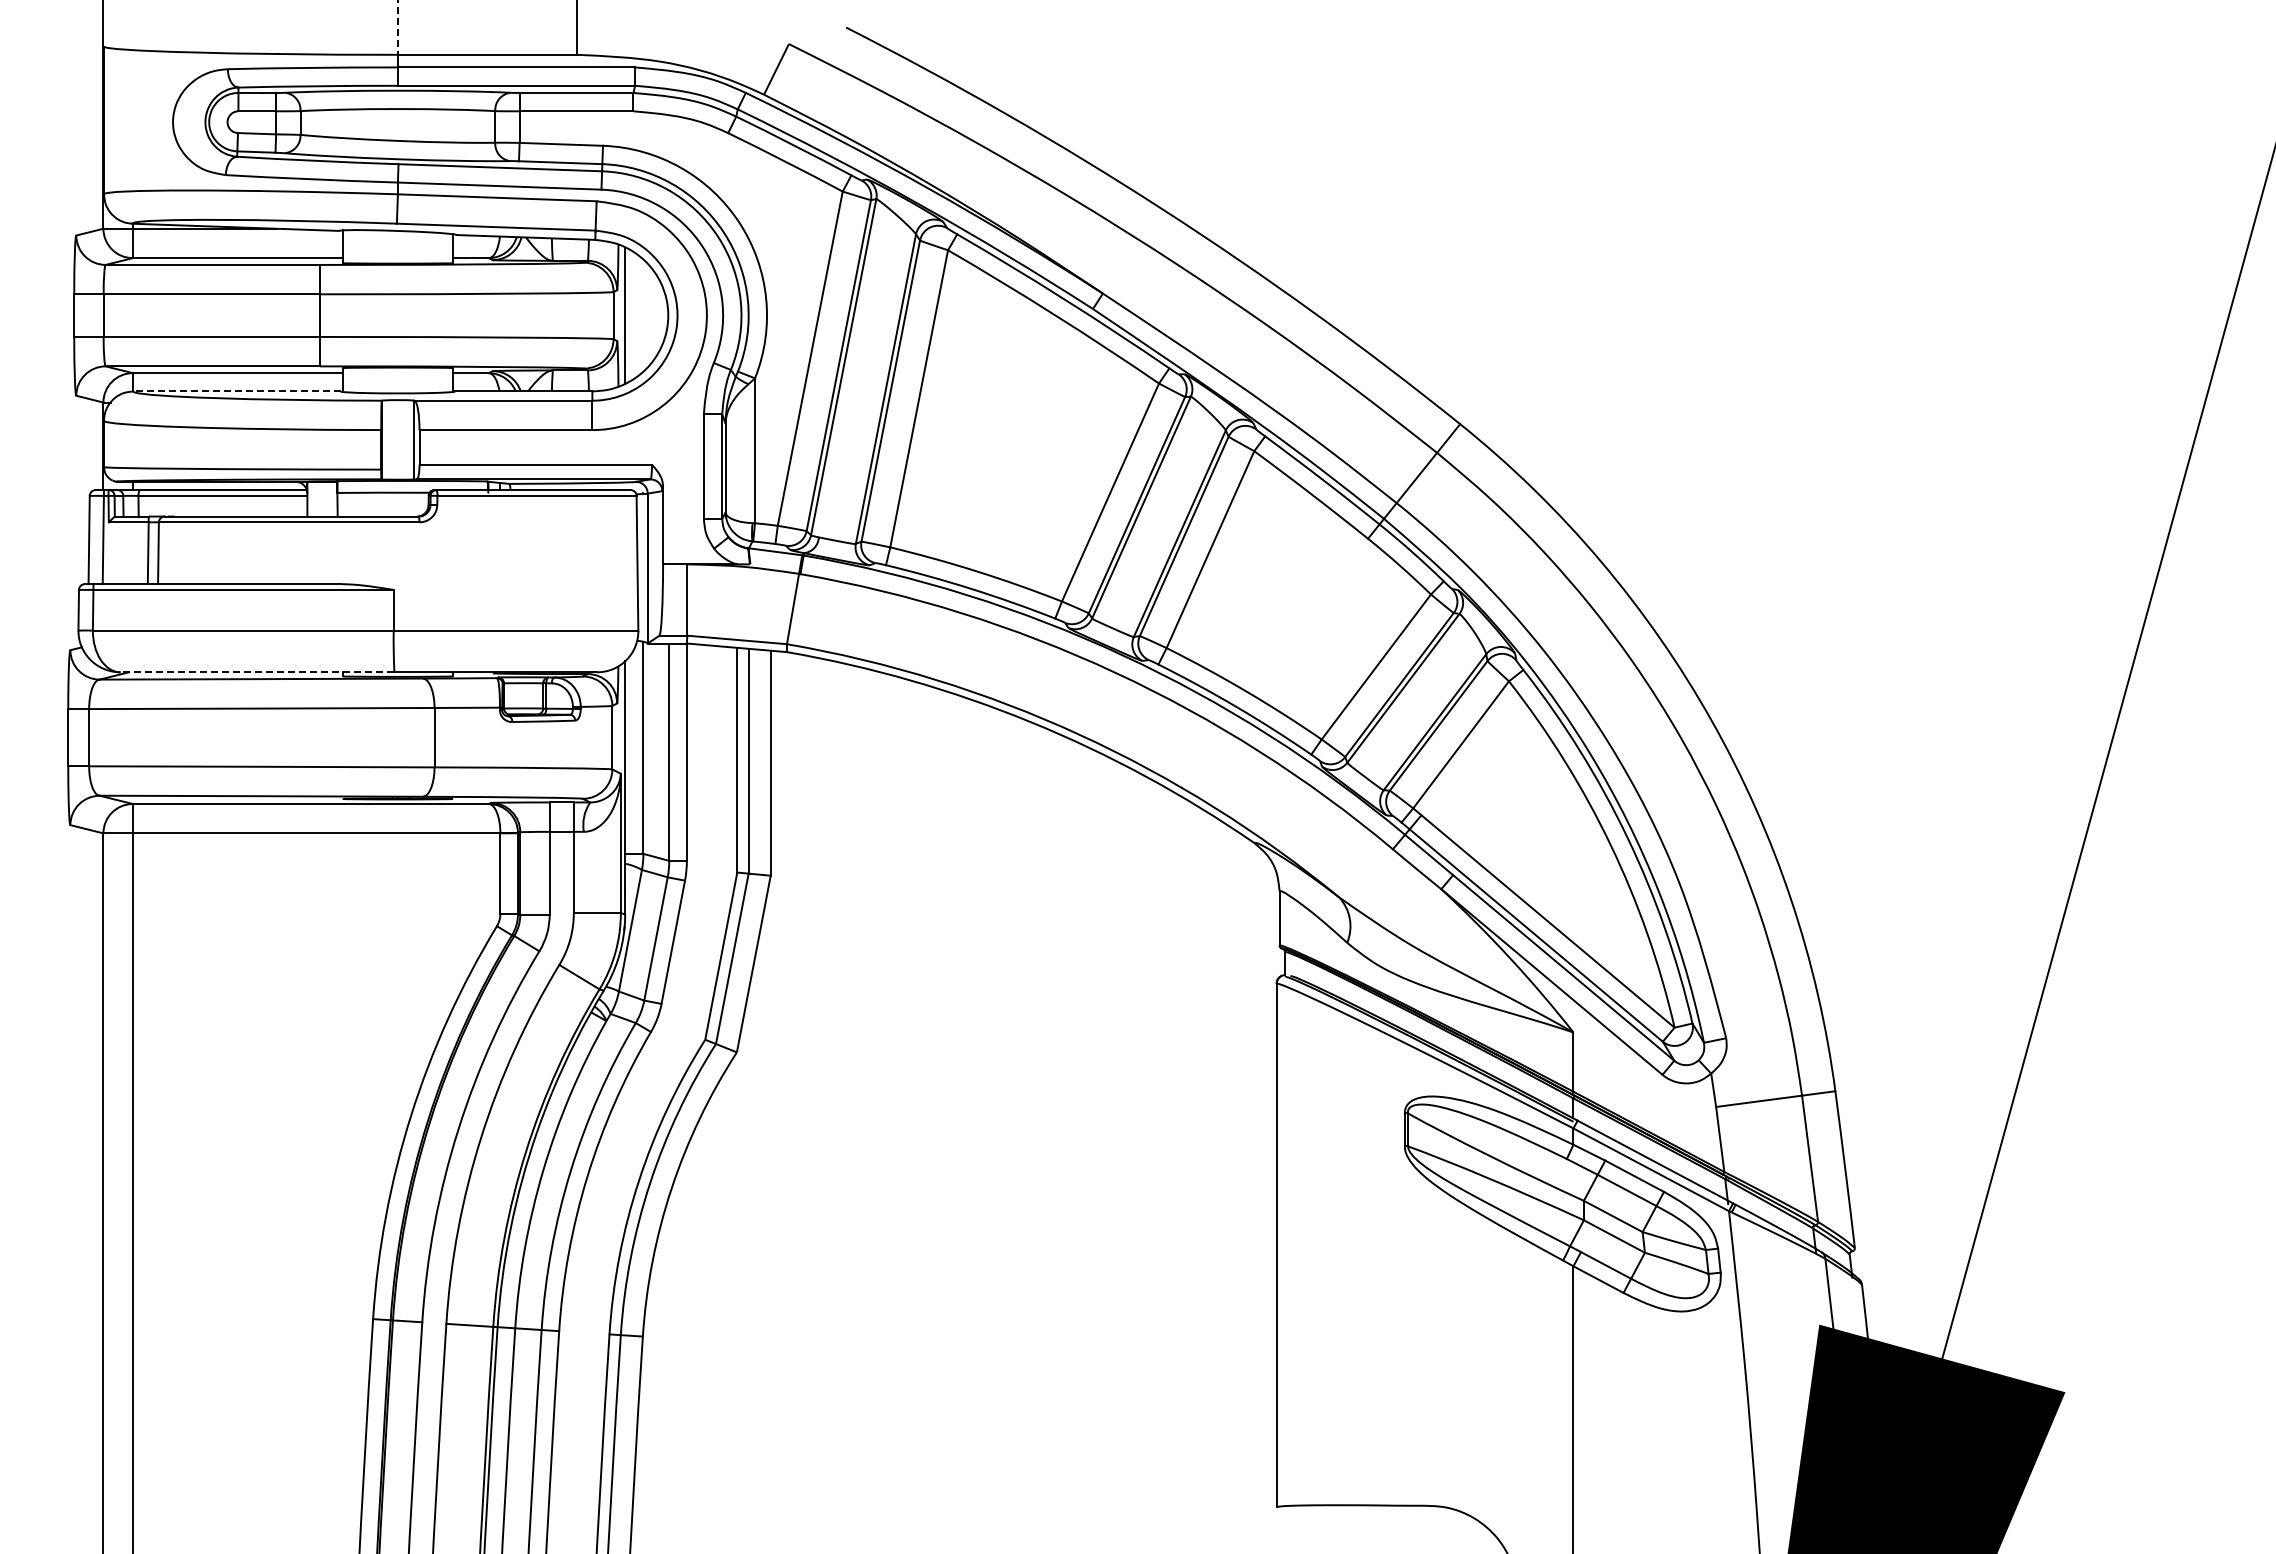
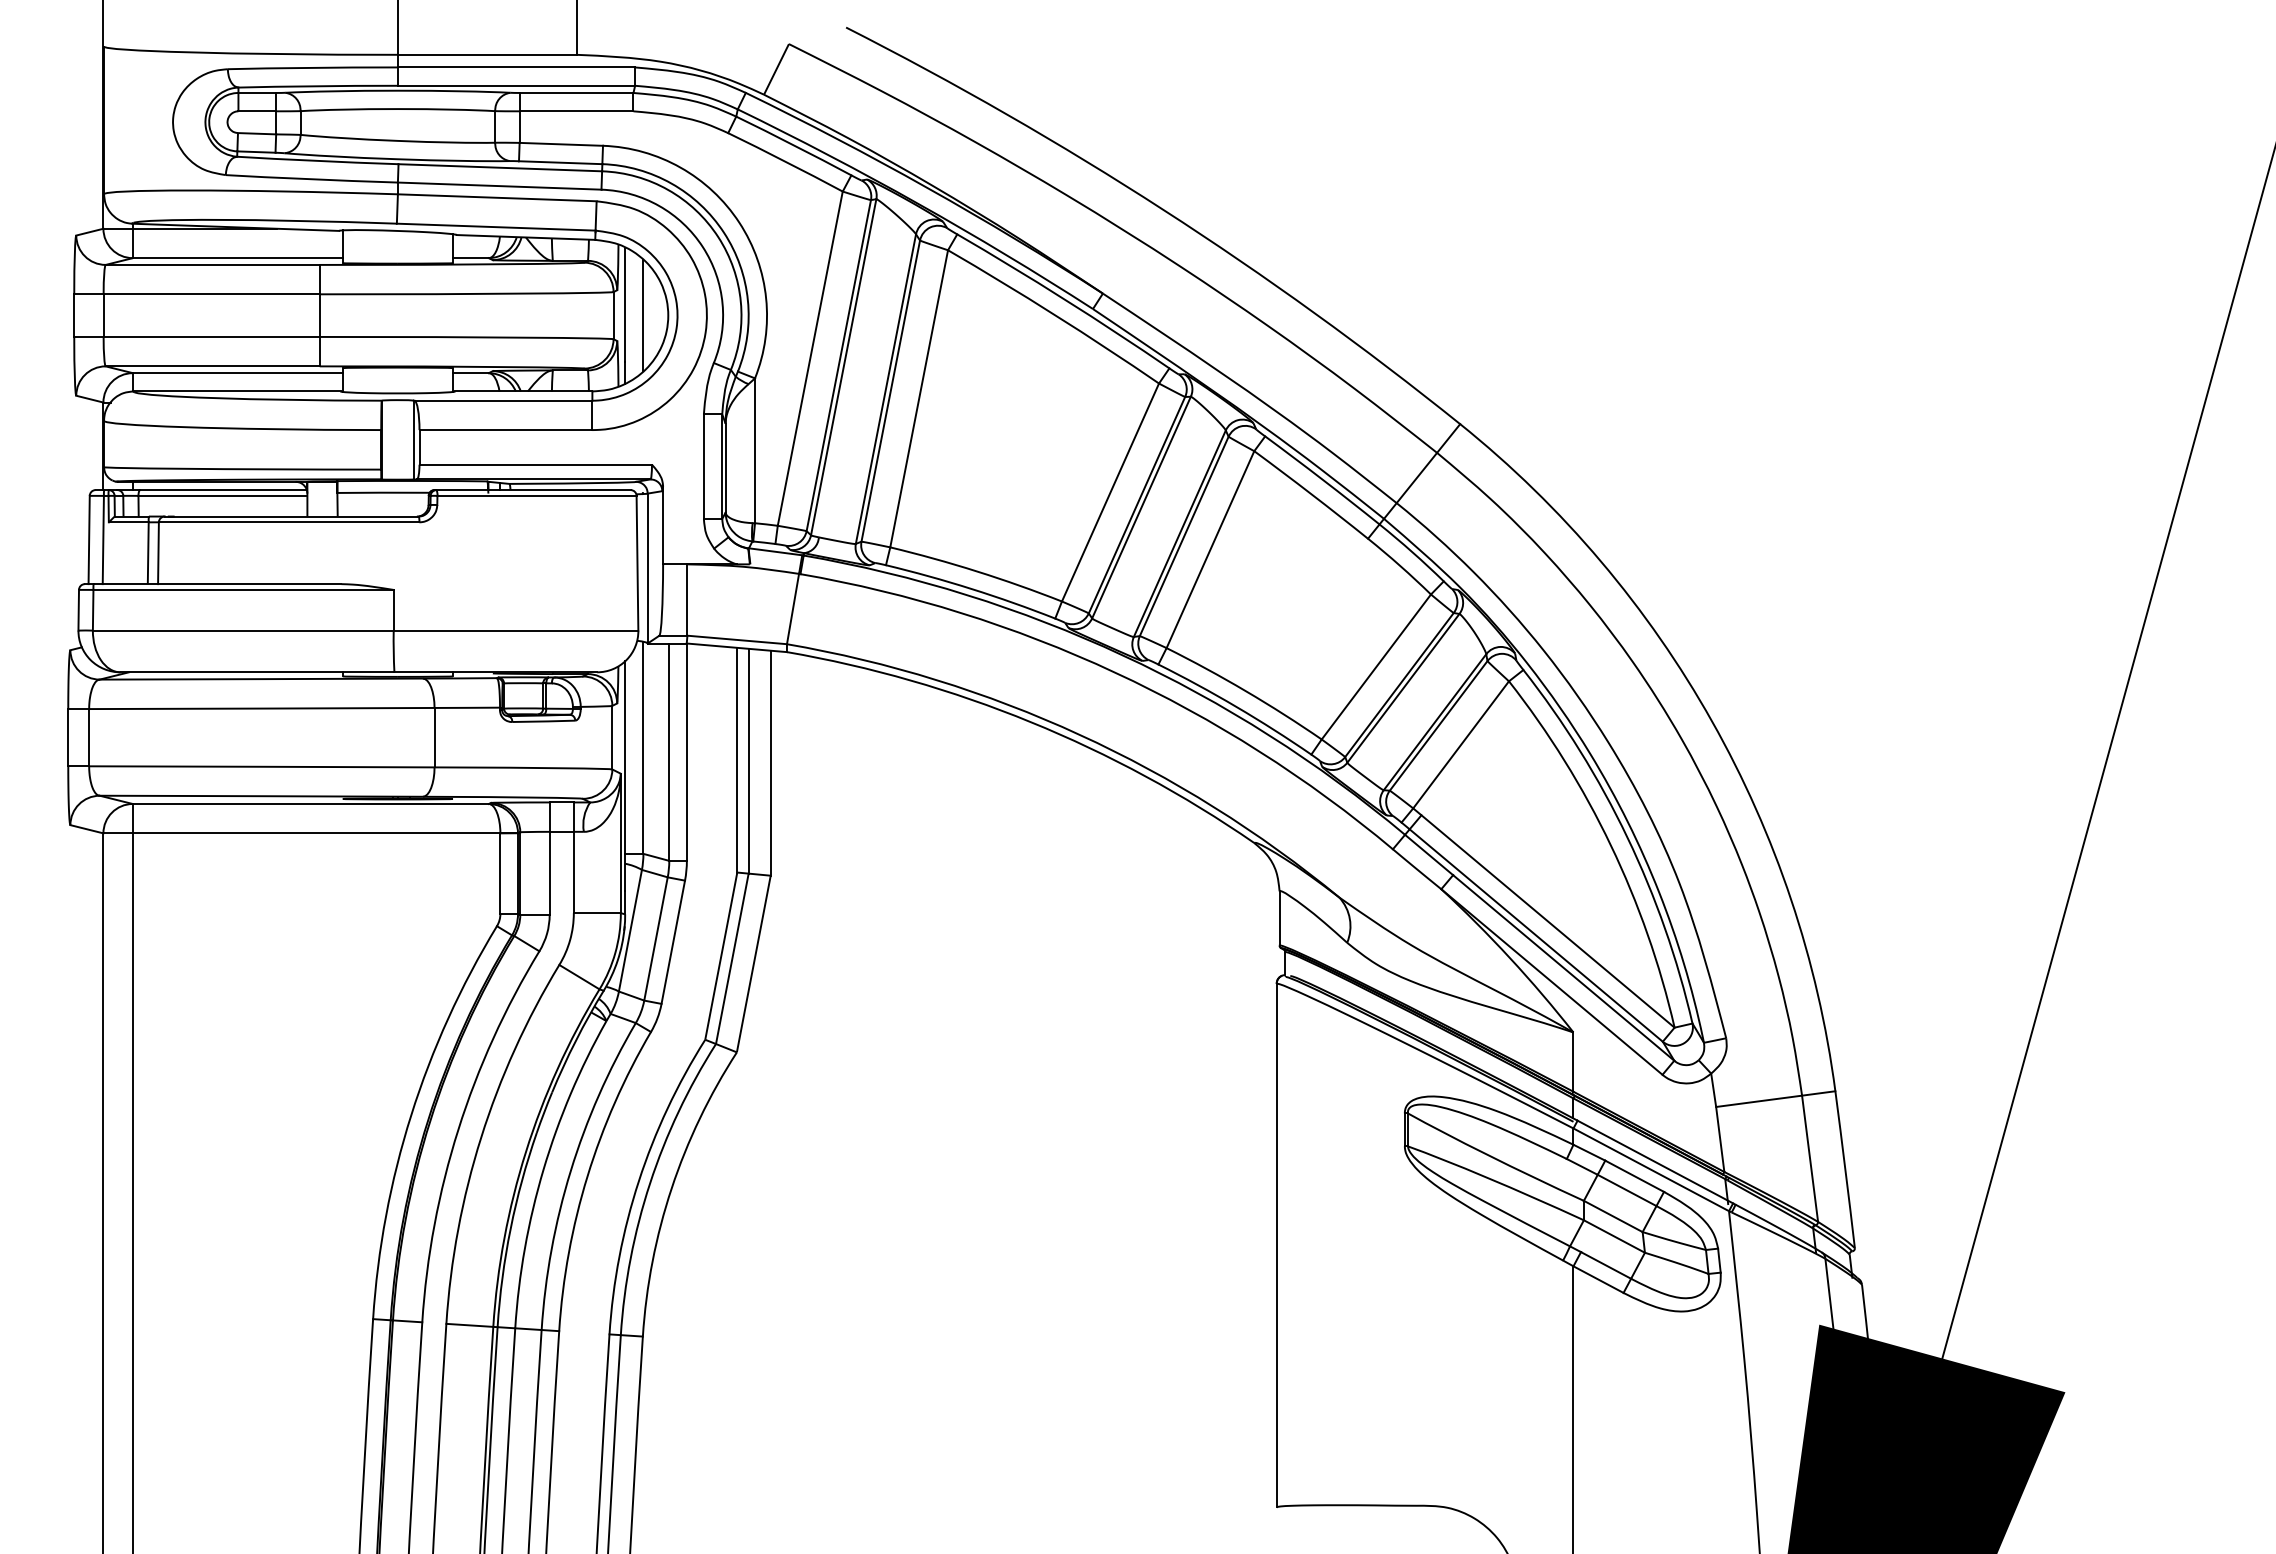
line at (397, 27): dashed -> solid
line at (643, 315): none -> present
line at (237, 391): dashed -> solid
line at (257, 672): dashed -> solid
